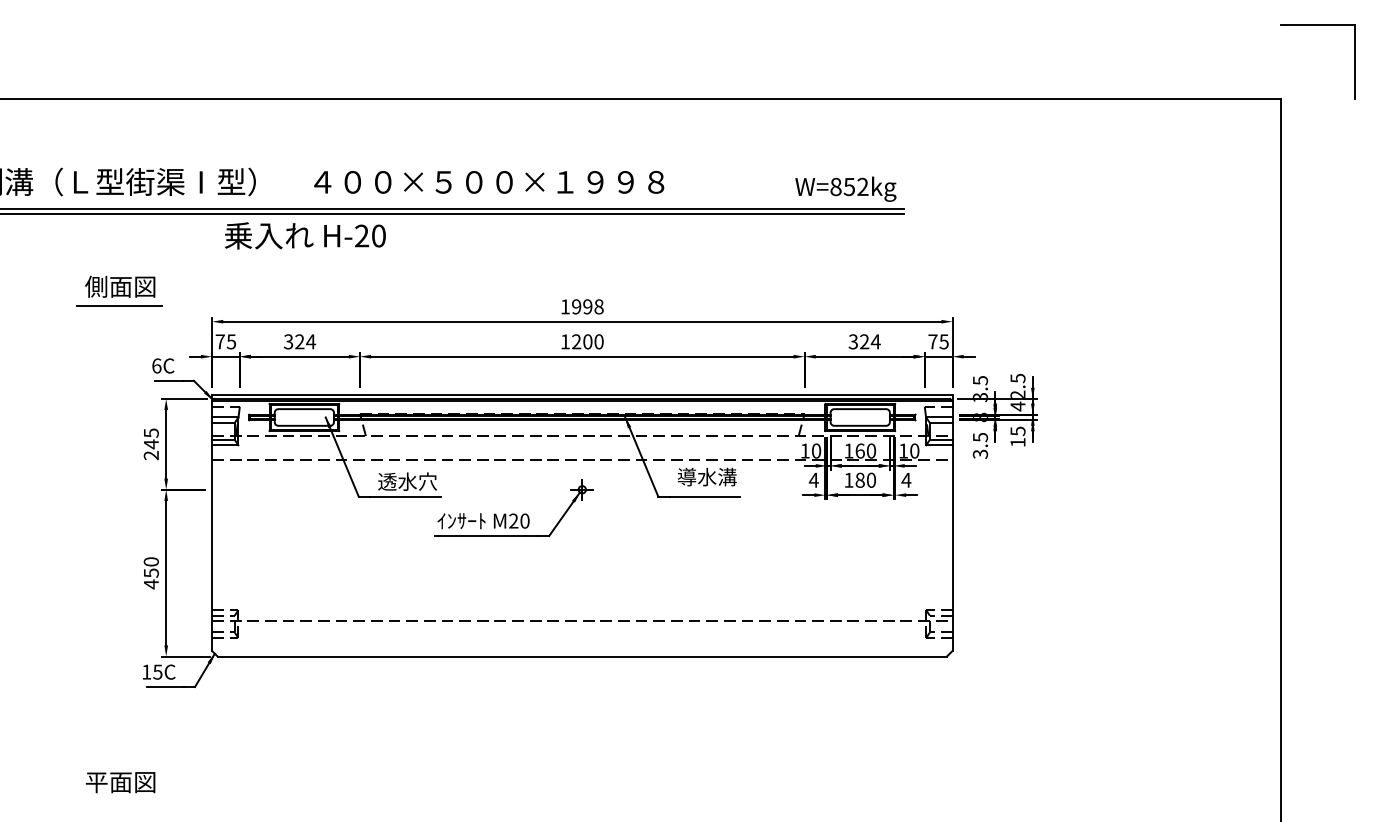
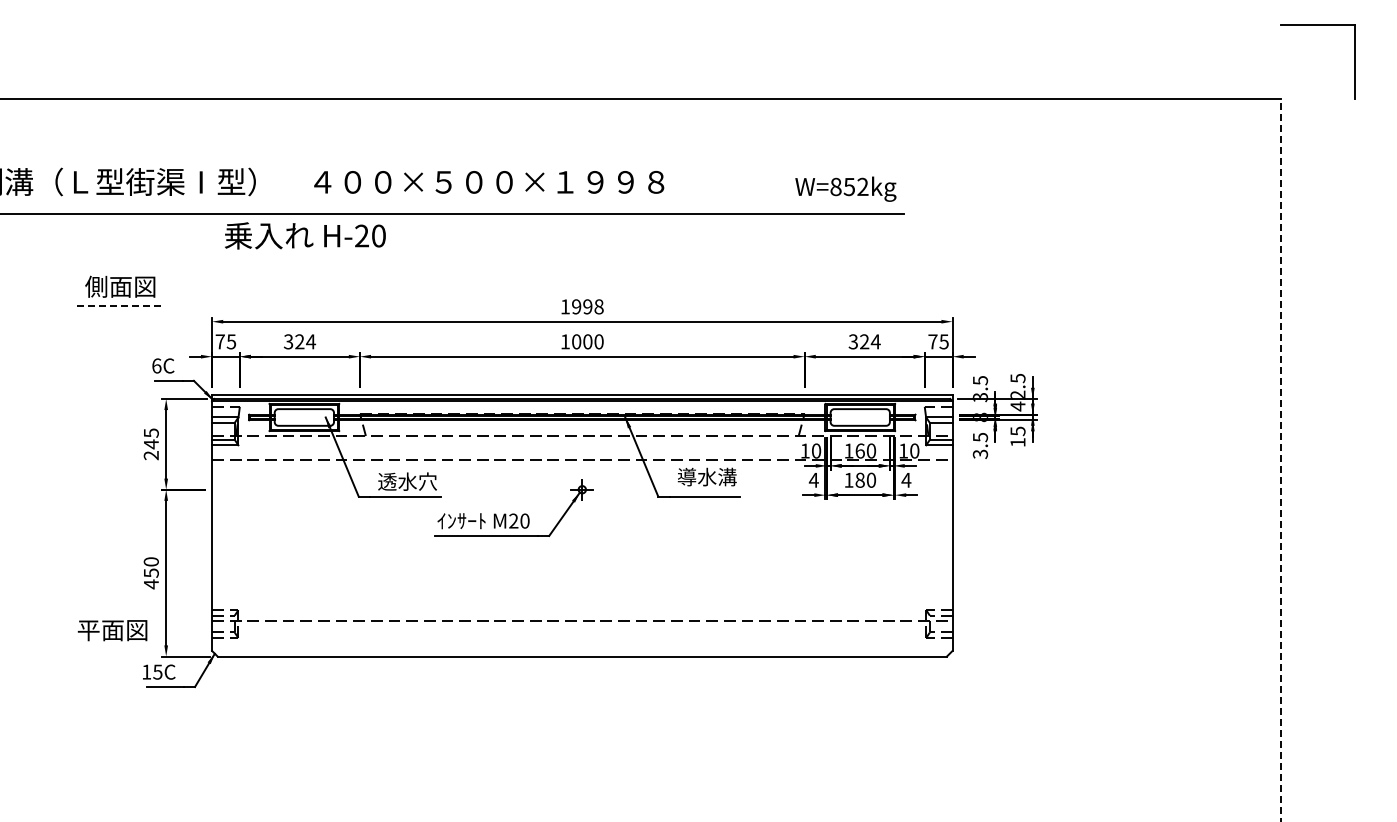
line at (452, 209): present -> none
line at (120, 306): solid -> dashed
text at (576, 341): 1200 -> 1000
line at (1280, 459): solid -> dashed
text at (120, 782) position: (120, 782) -> (112, 630)
